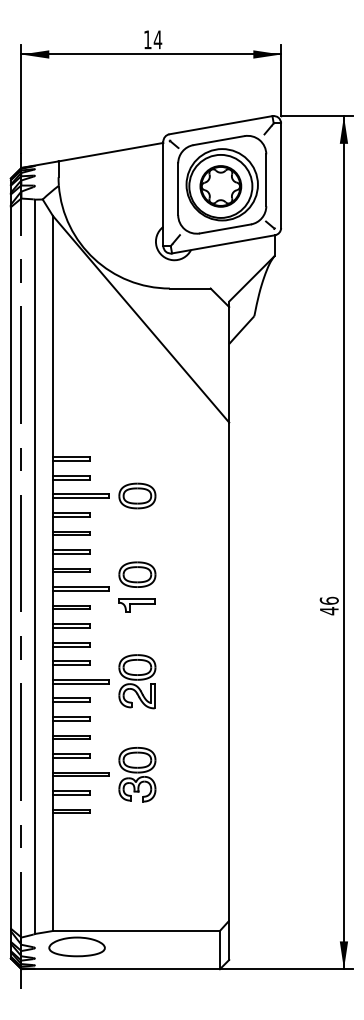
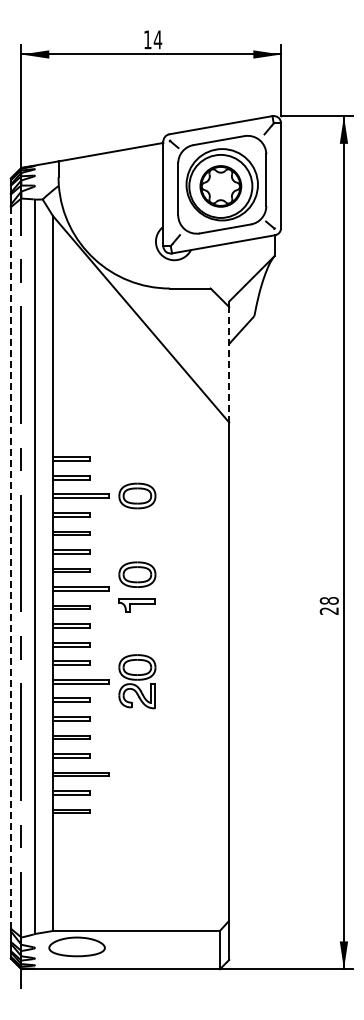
line at (229, 364): solid -> dashed
line at (10, 567): solid -> dashed
text at (328, 605): 46 -> 28
part at (137, 774): present -> none
